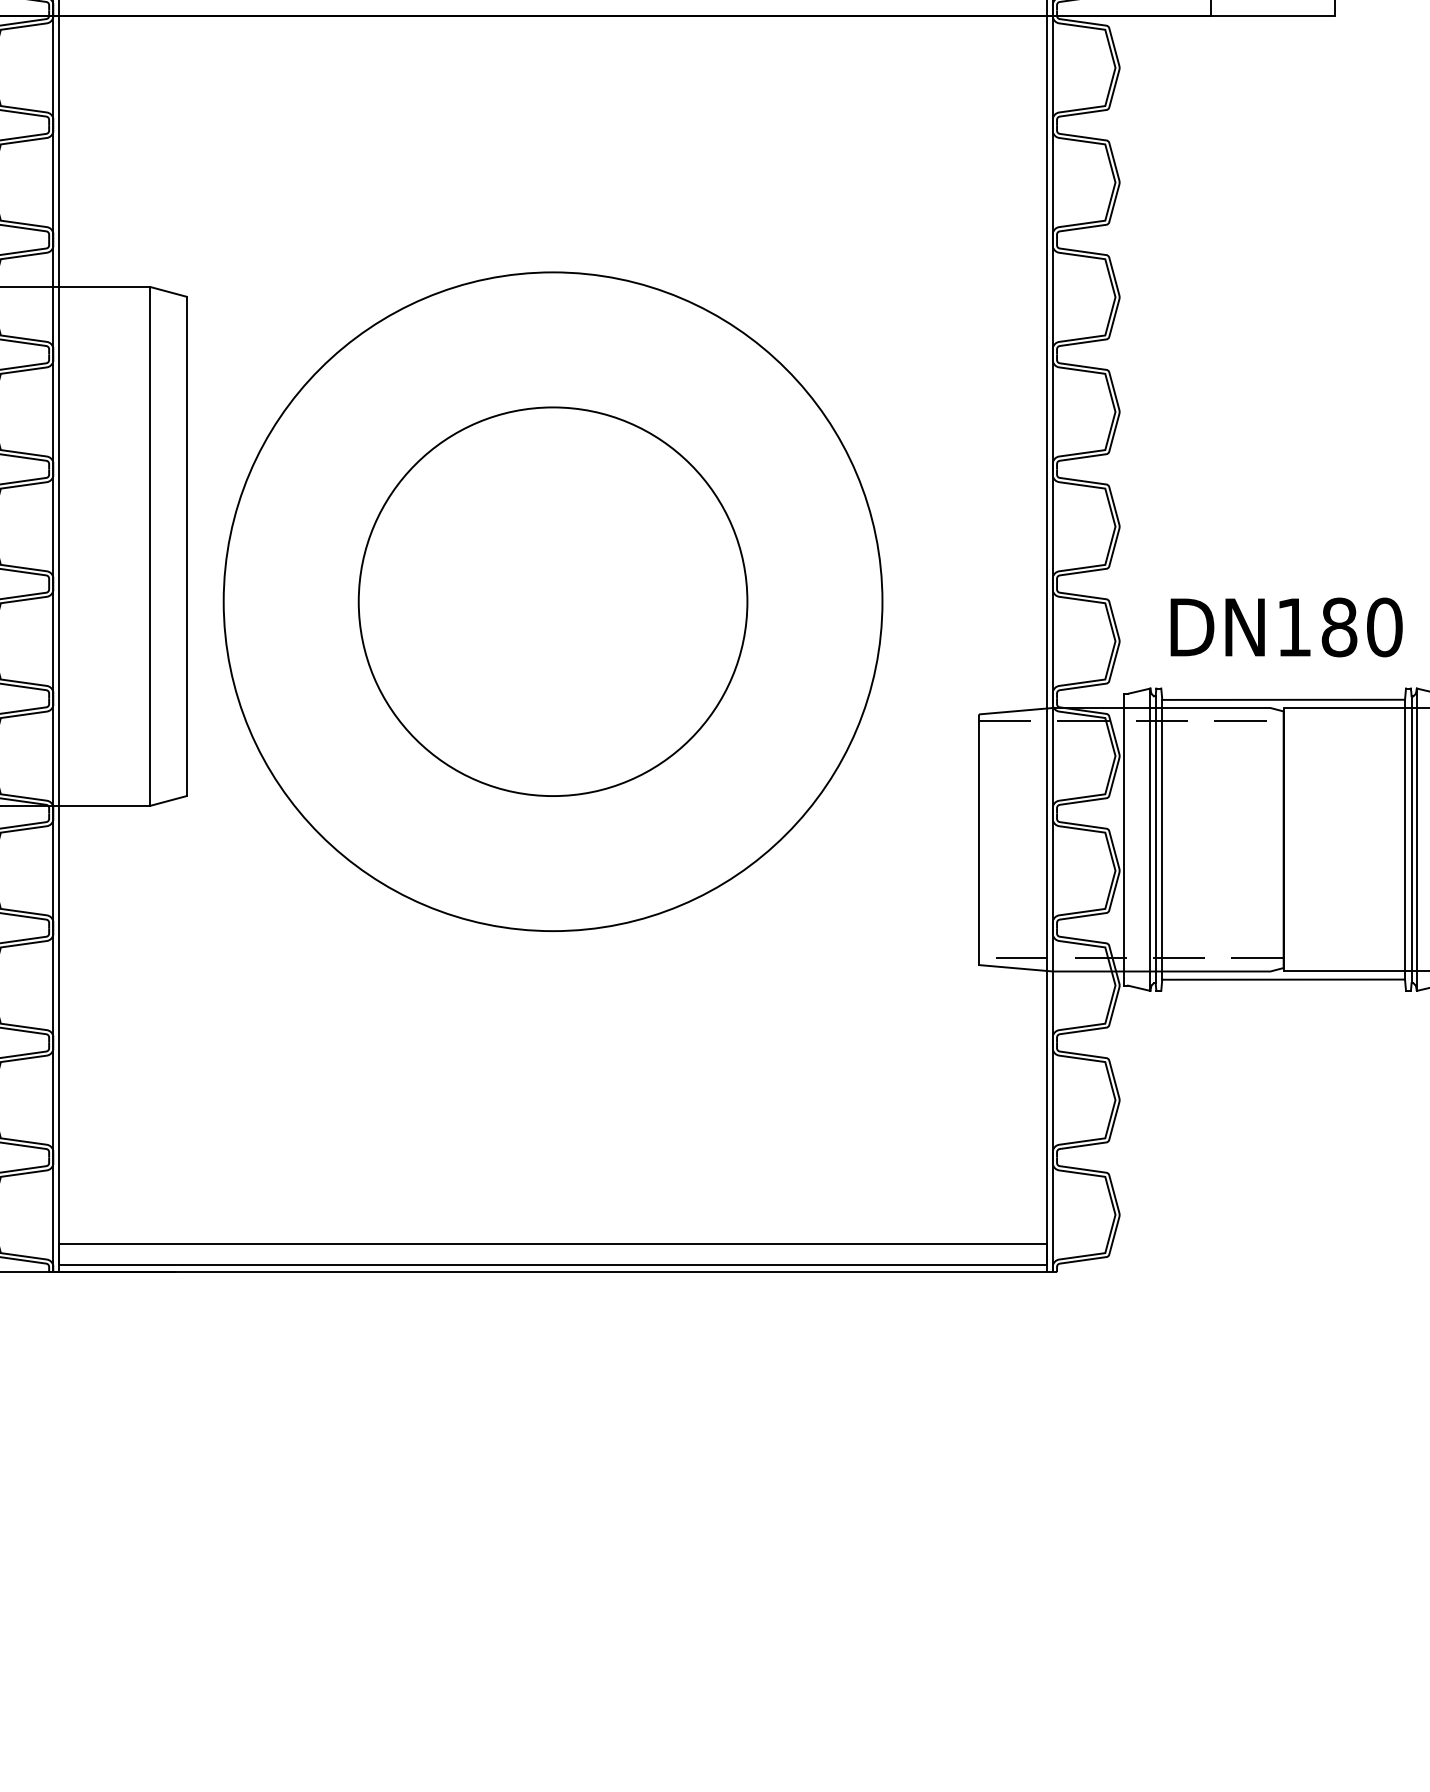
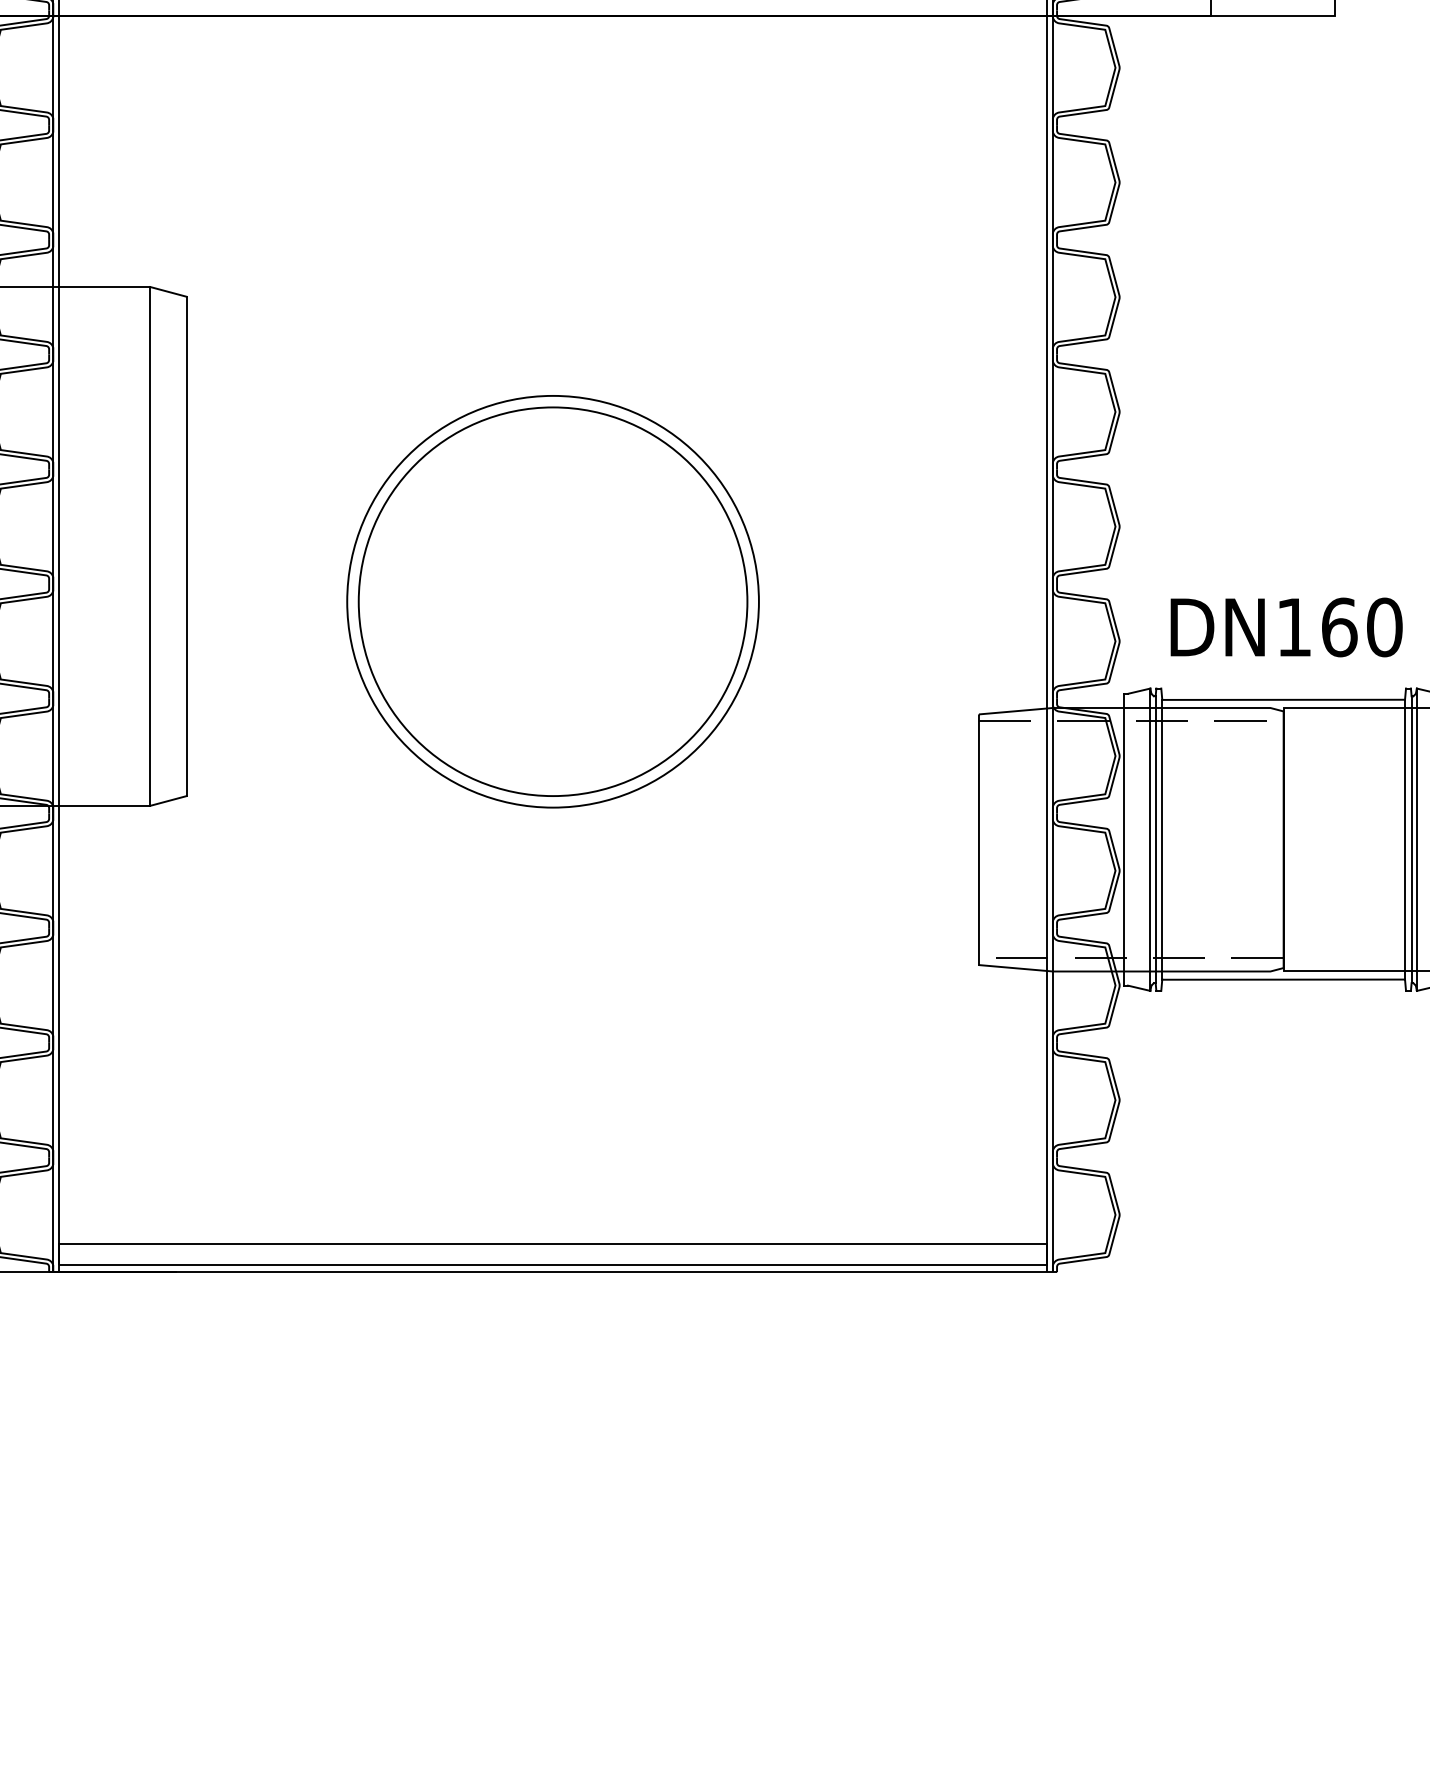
circle at (552, 601) diameter: 659 px -> 412 px
text at (1339, 627): DN180 -> DN160
